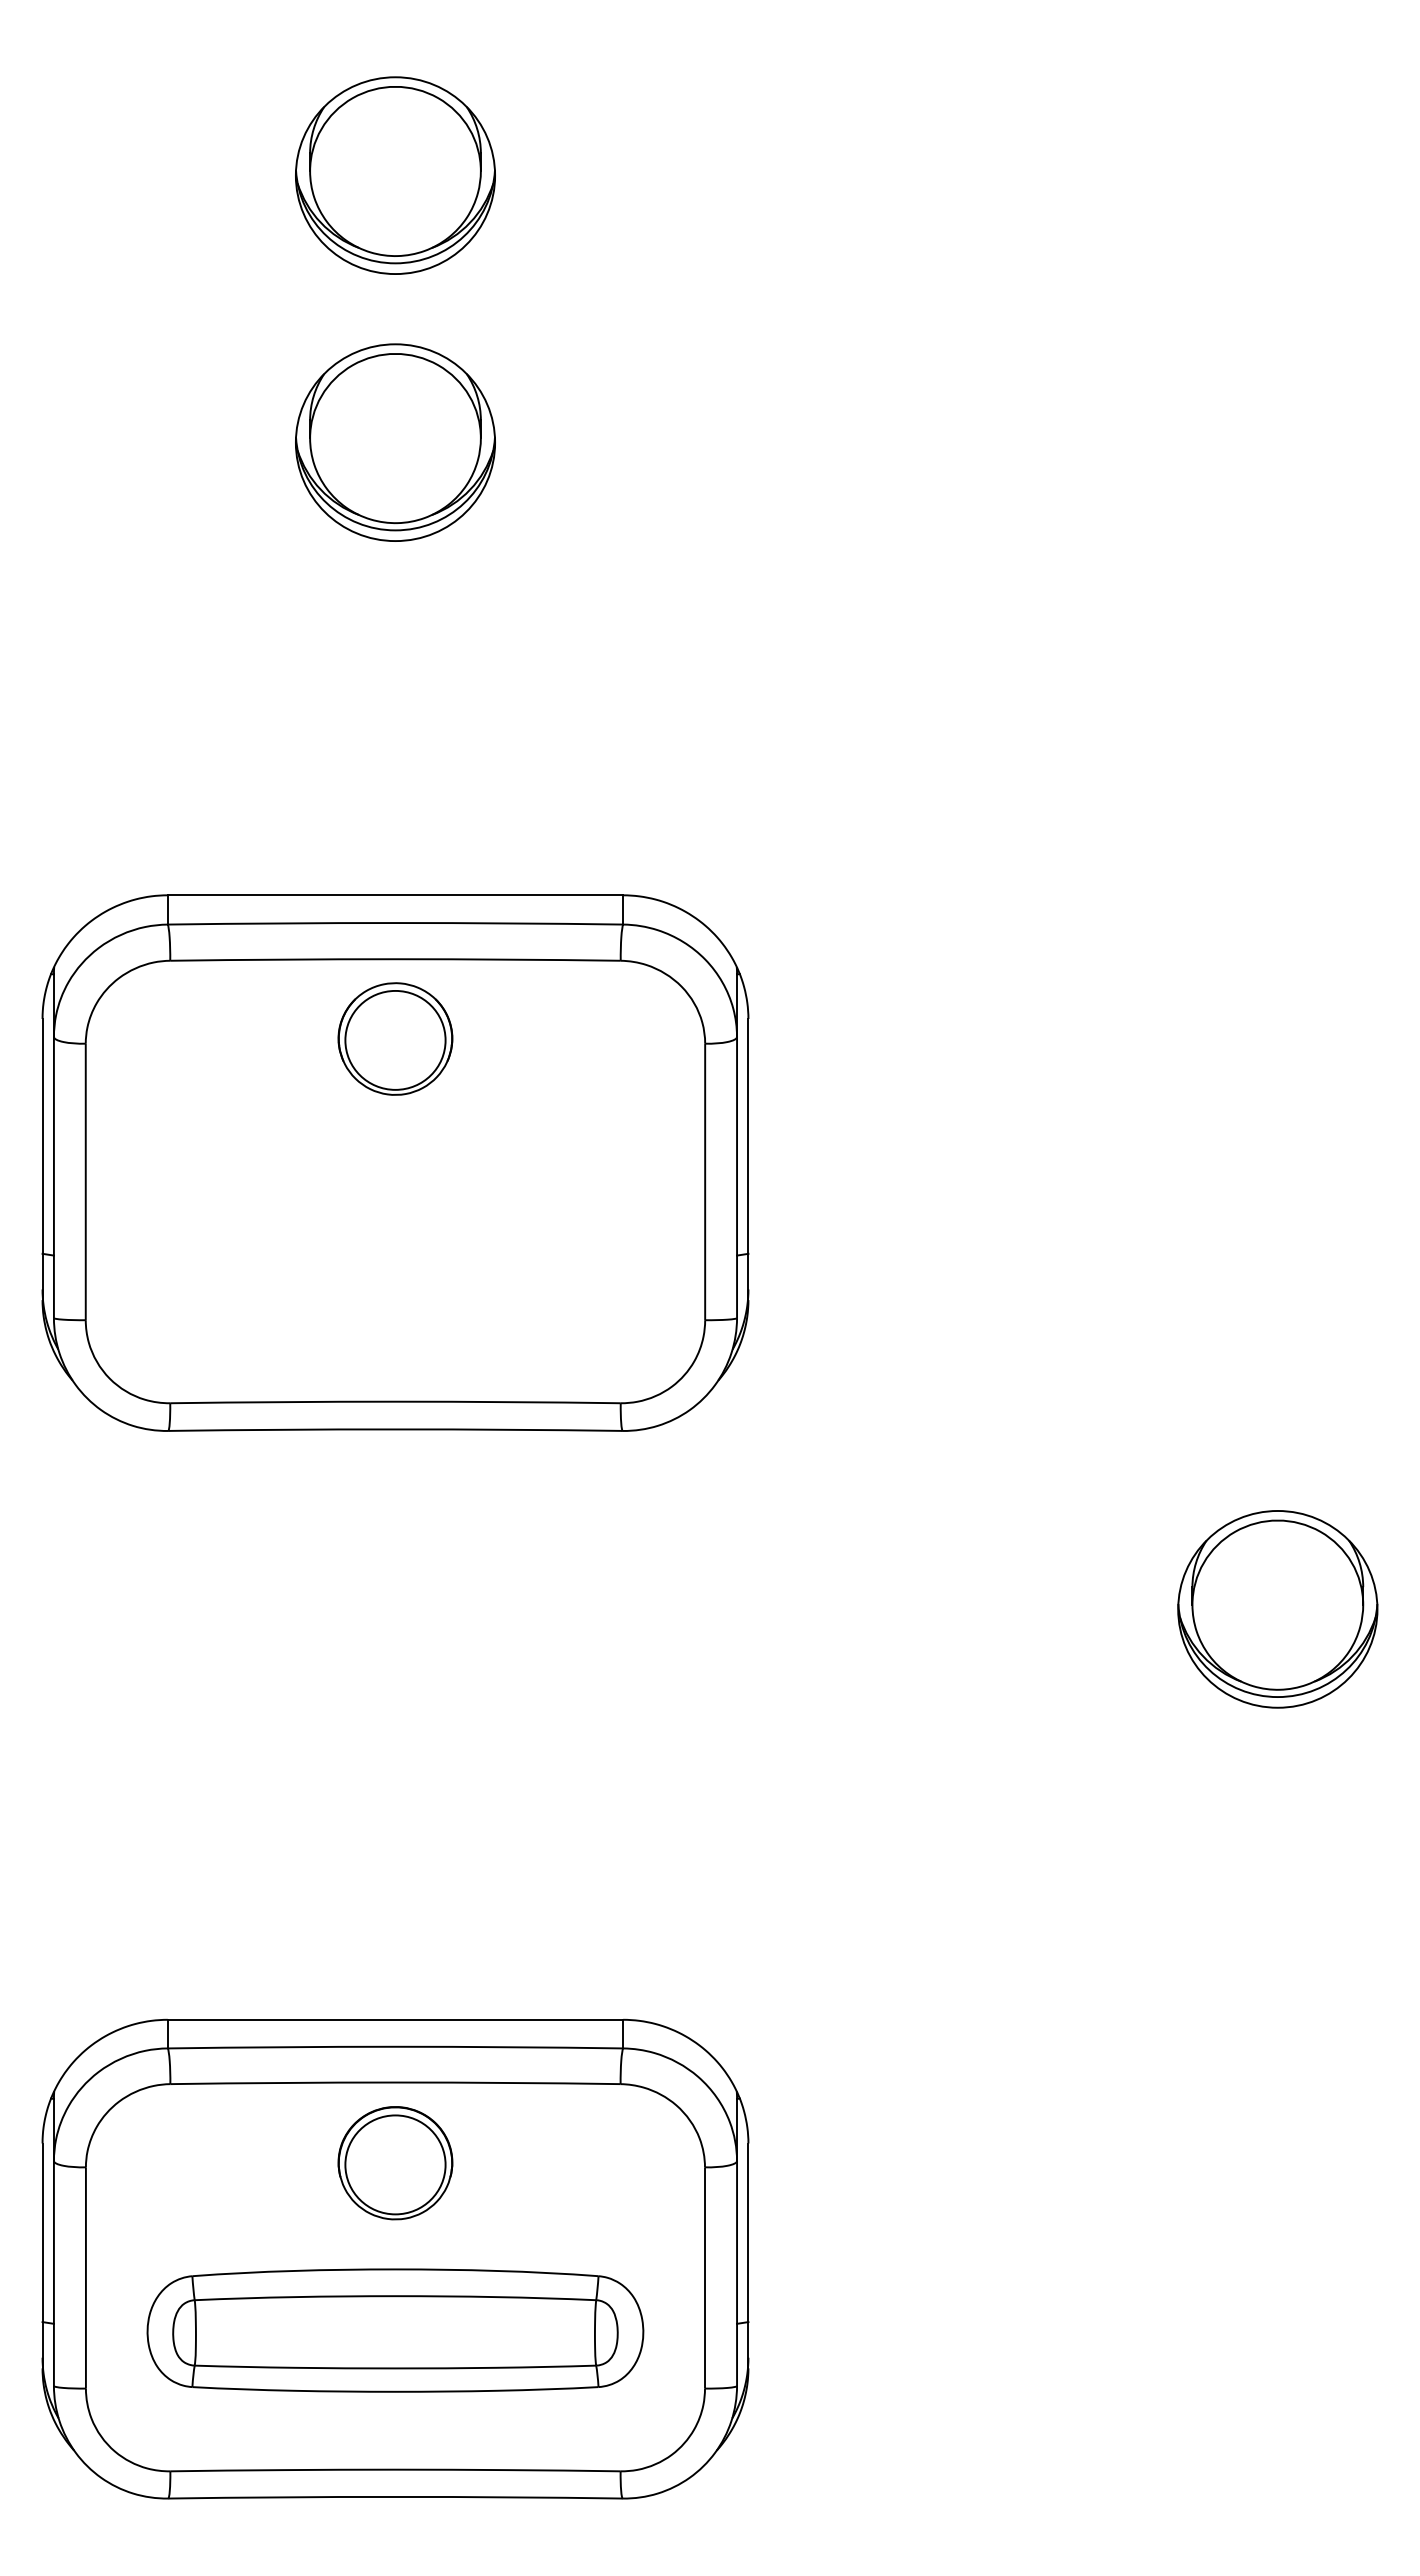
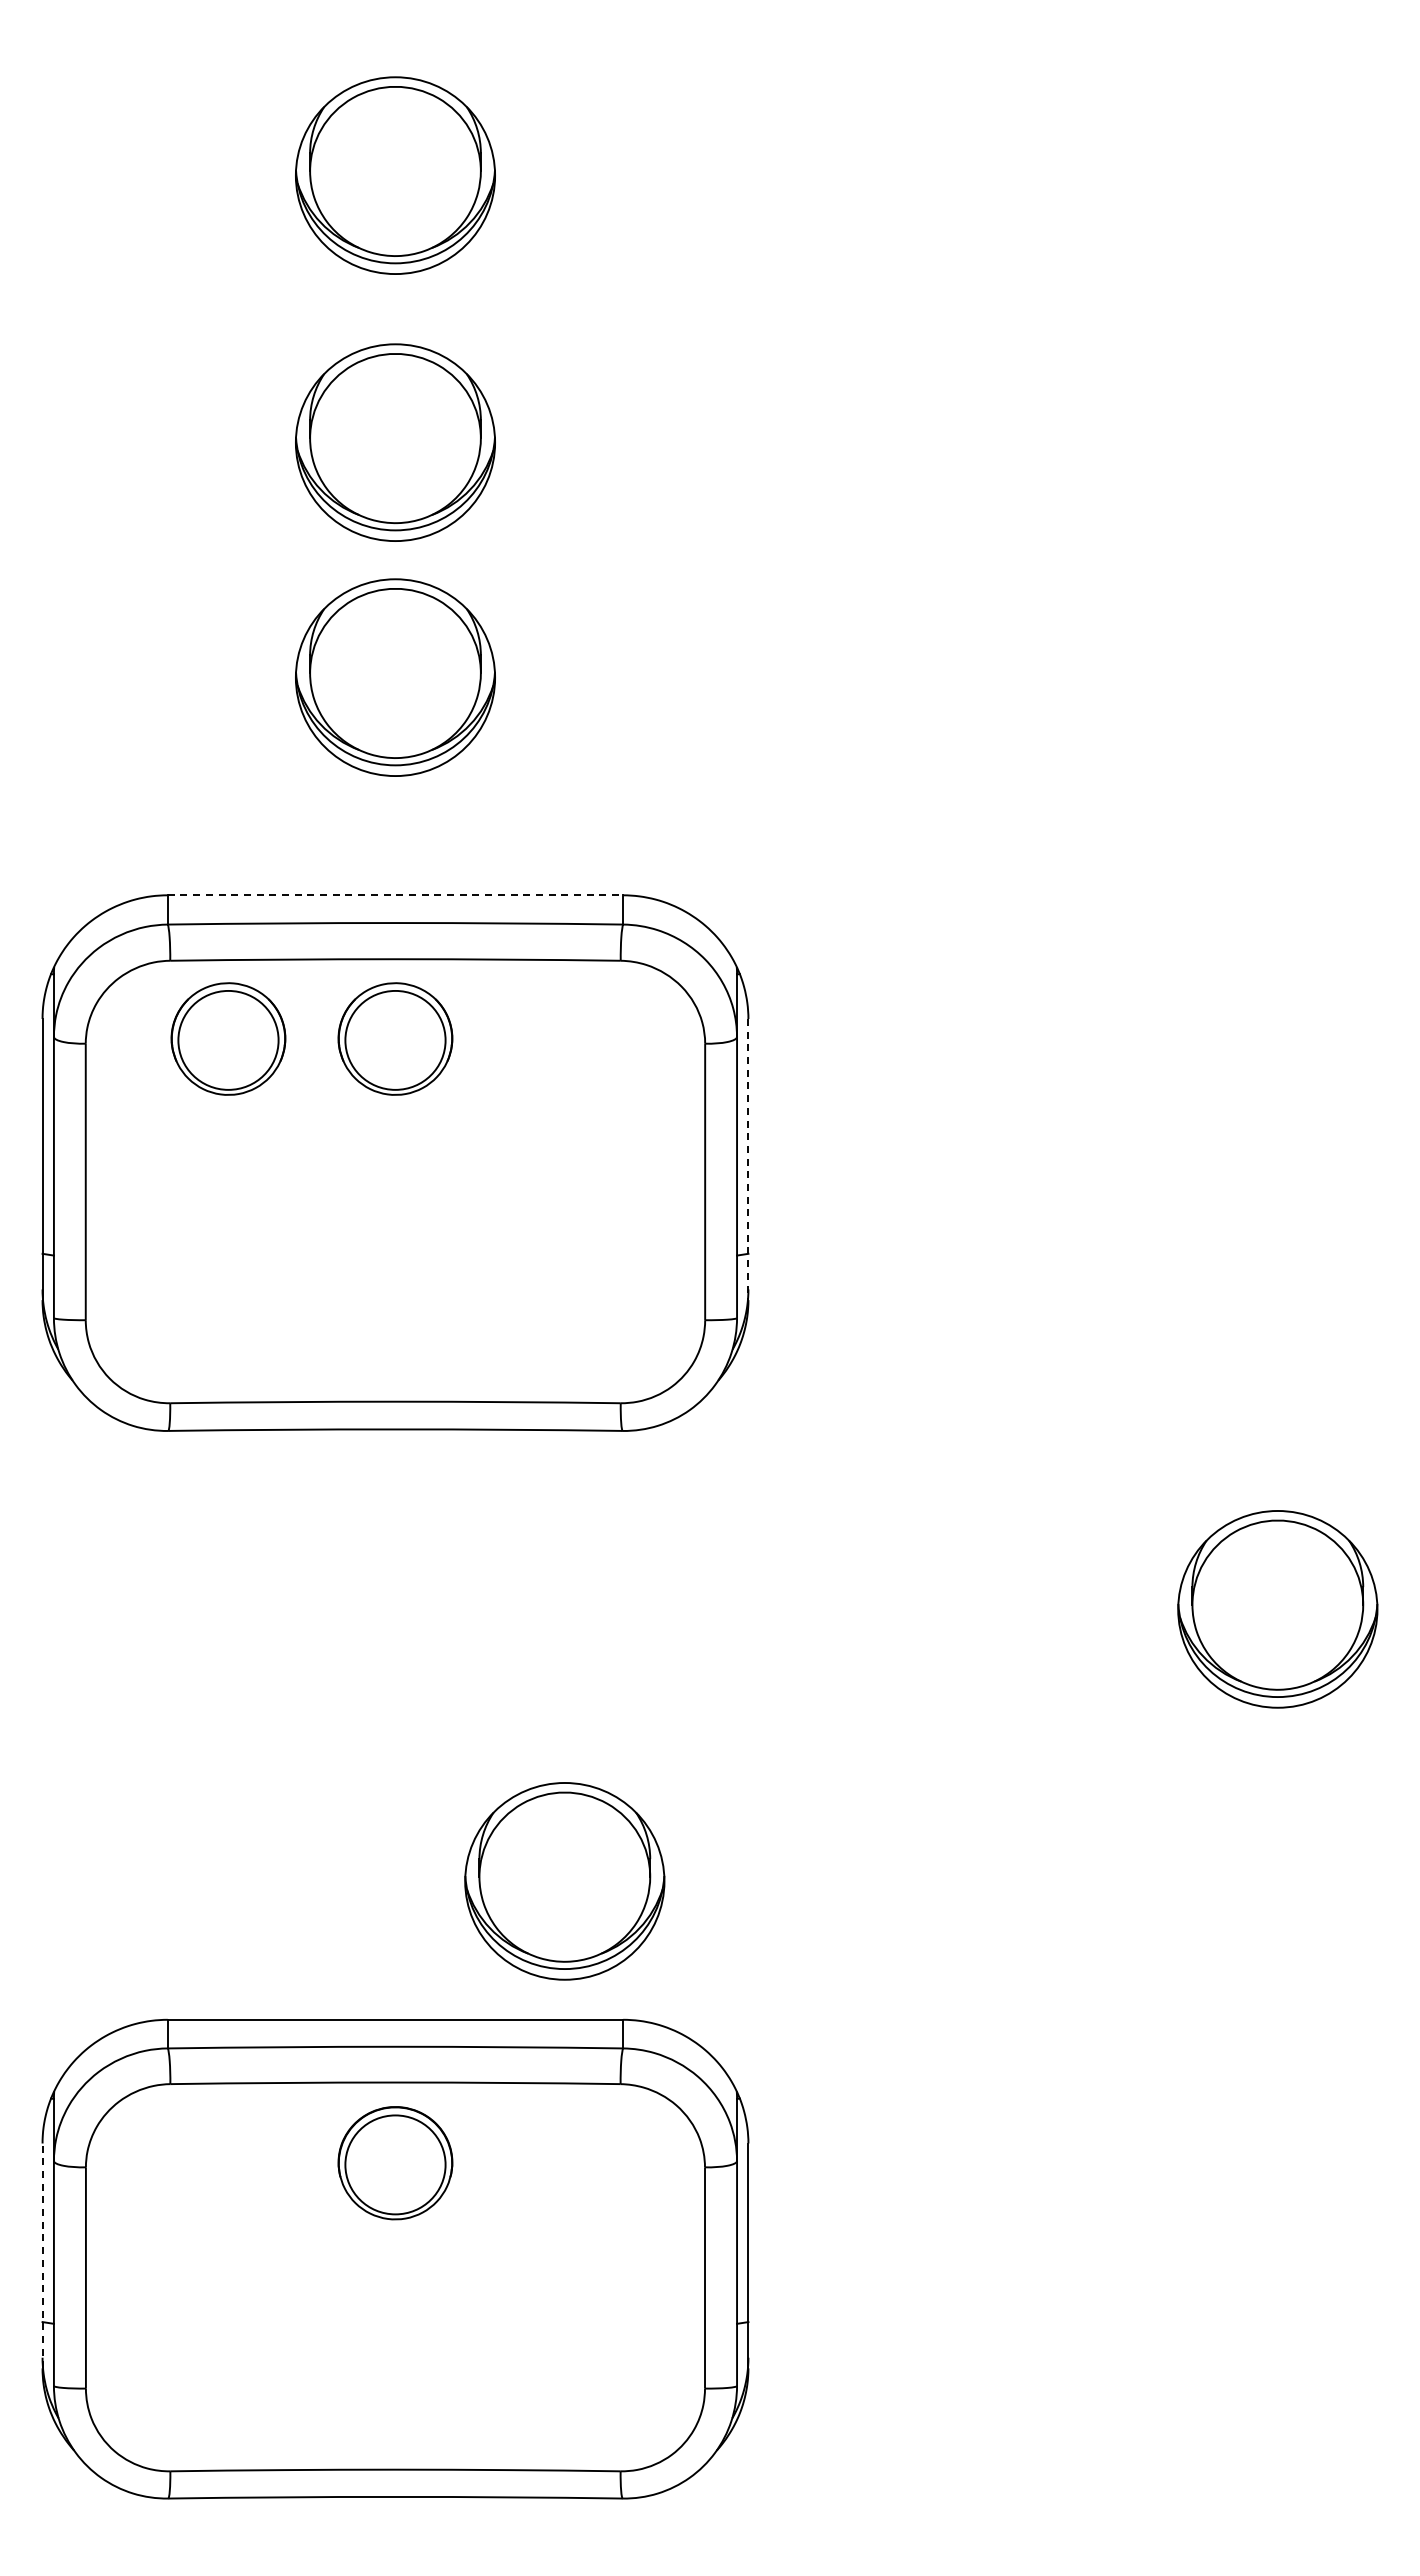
part at (395, 677): none -> present
line at (395, 895): solid -> dashed
part at (228, 1038): none -> present
line at (748, 1159): solid -> dashed
part at (564, 1881): none -> present
line at (42, 2255): solid -> dashed
part at (395, 2330): present -> none
